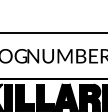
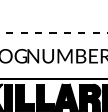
line at (53, 32): solid -> dashed
